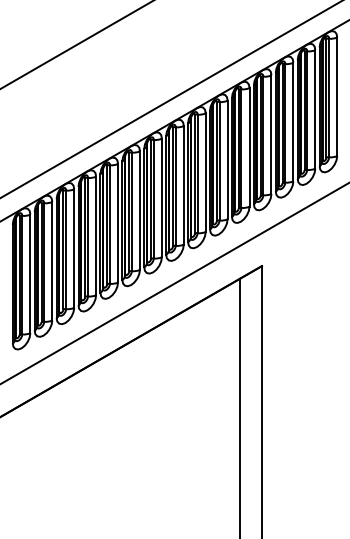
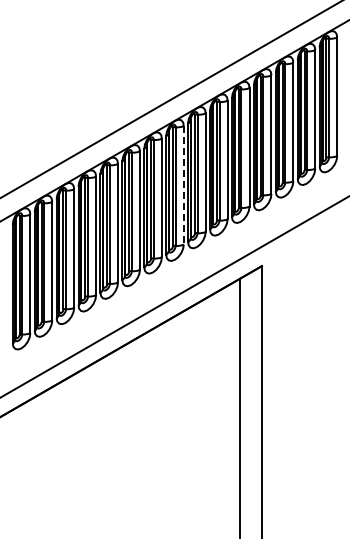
line at (76, 44): present -> none
line at (183, 185): solid -> dashed
line at (174, 283) position: (174, 283) -> (174, 297)
